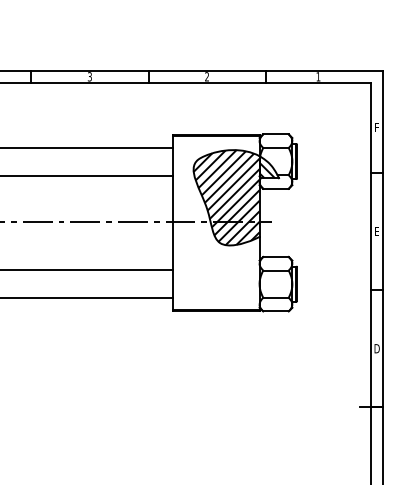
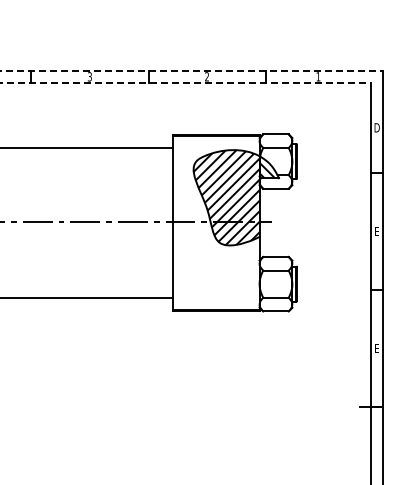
line at (192, 70): solid -> dashed
line at (186, 82): solid -> dashed
text at (376, 127): F -> D
line at (87, 175): present -> none
line at (87, 270): present -> none
text at (376, 348): D -> E
